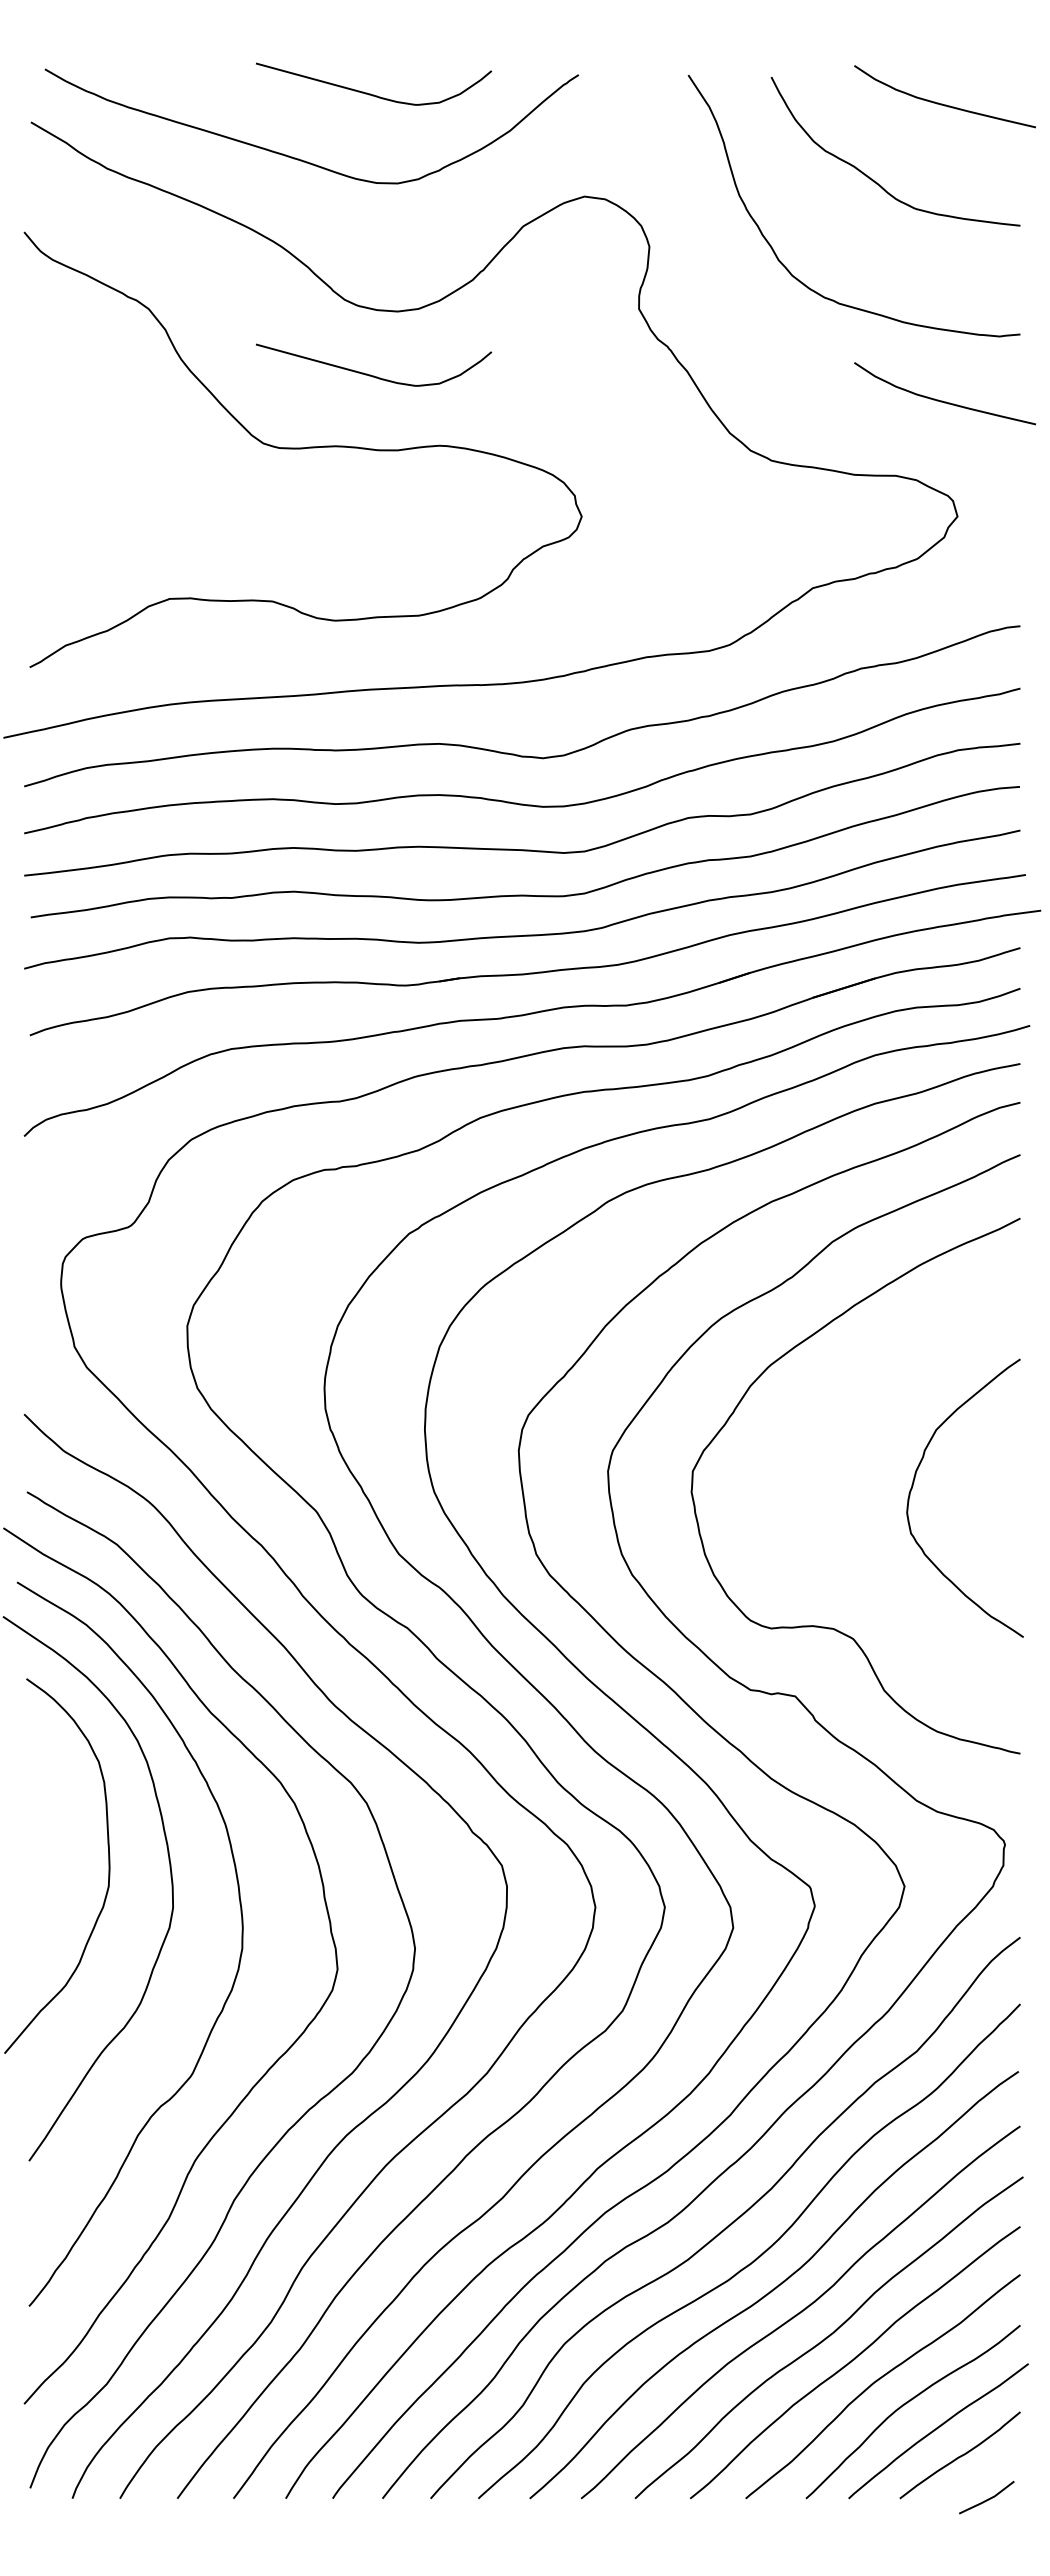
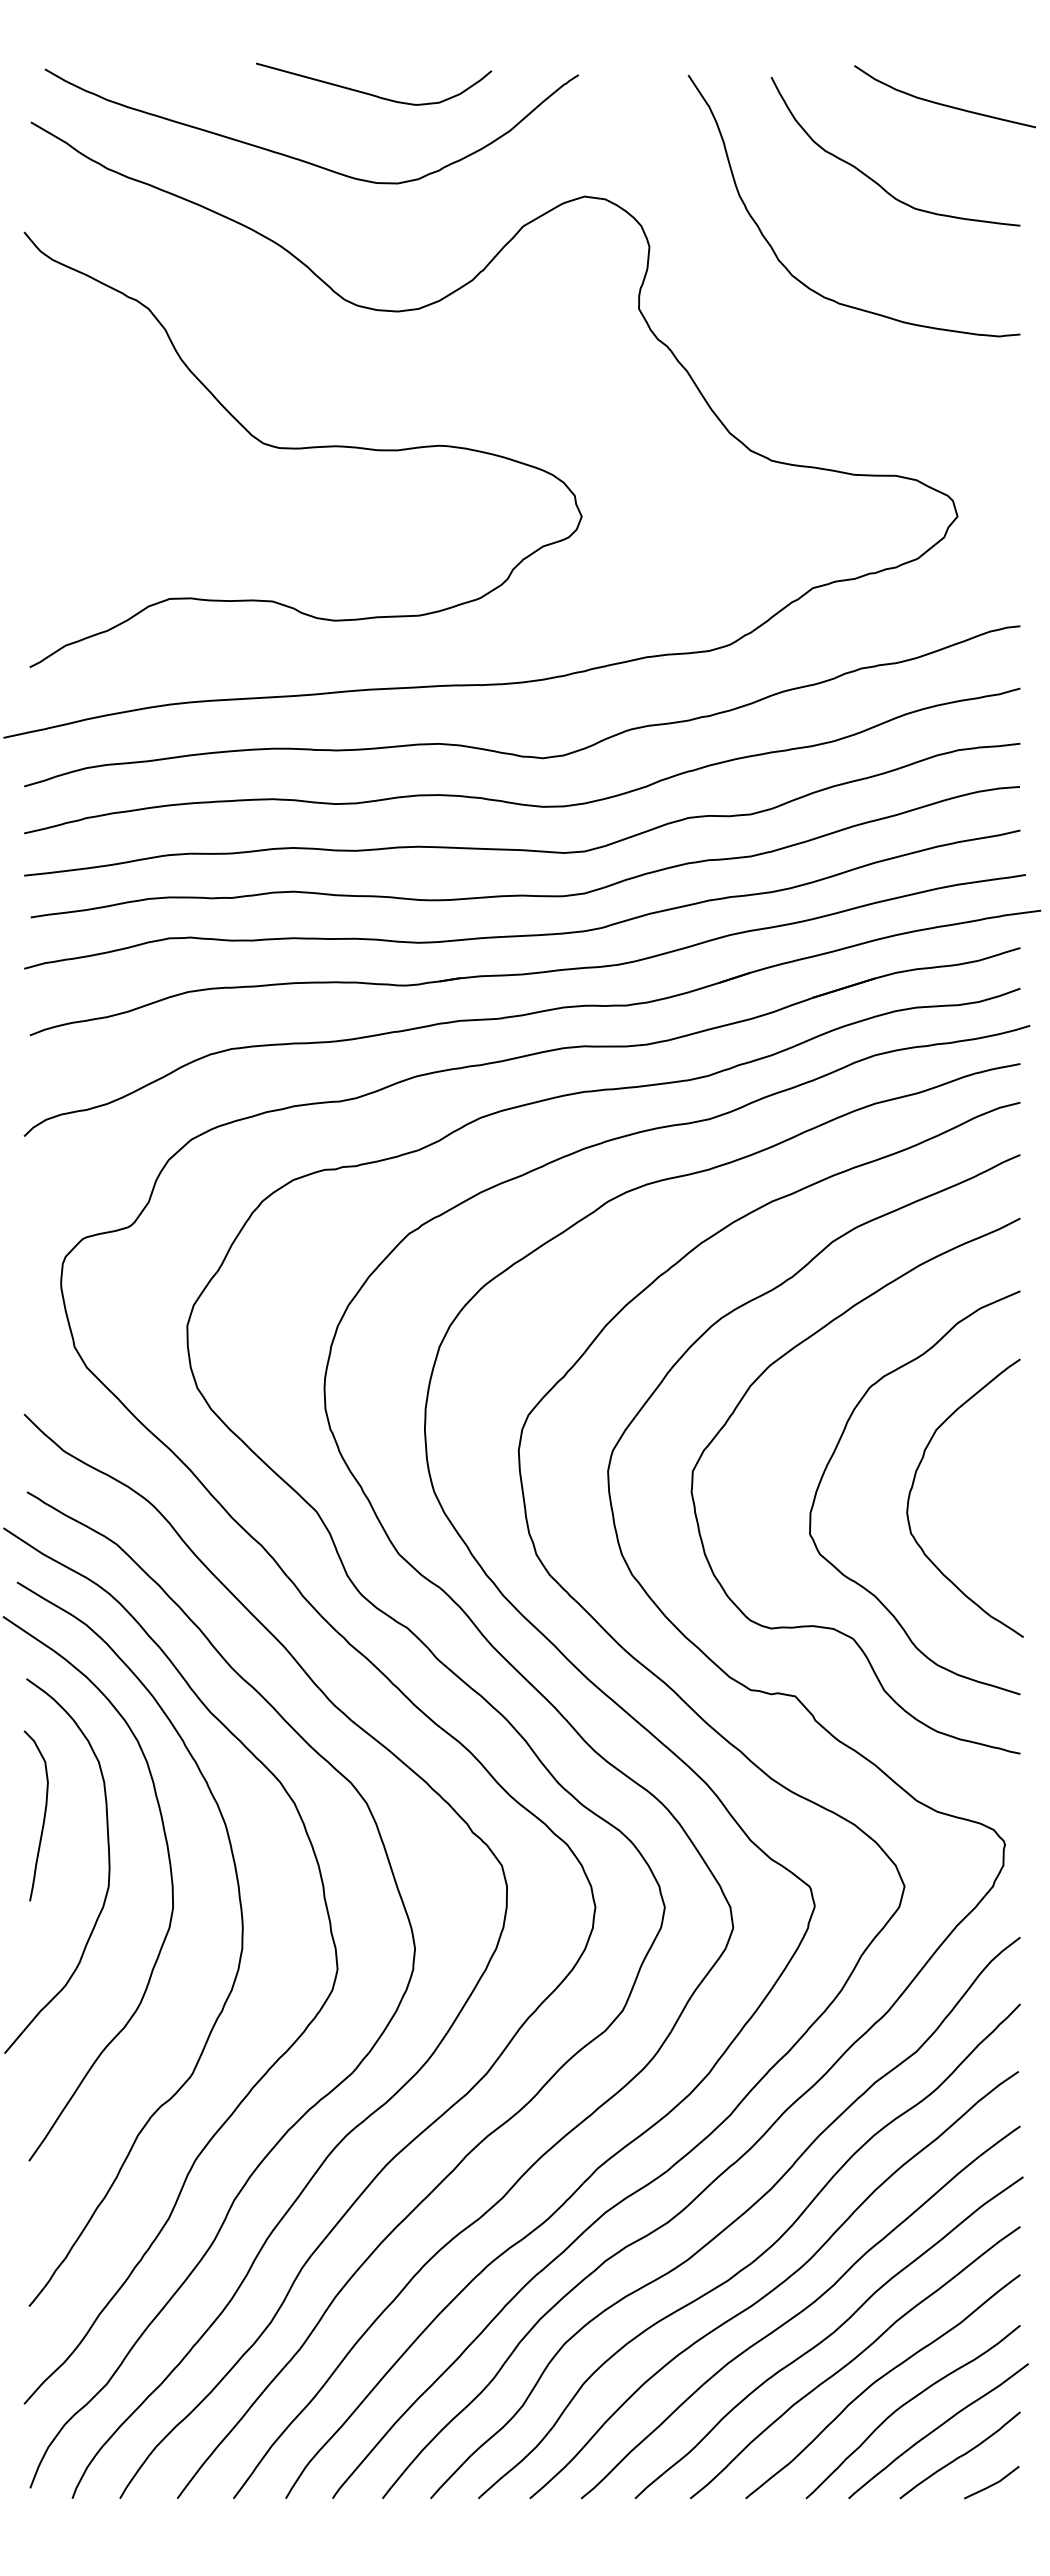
curve at (370, 374): present -> none
curve at (942, 400): present -> none
curve at (834, 1453): none -> present
curve at (43, 1816): none -> present
line at (986, 2499) position: (986, 2499) -> (991, 2484)
